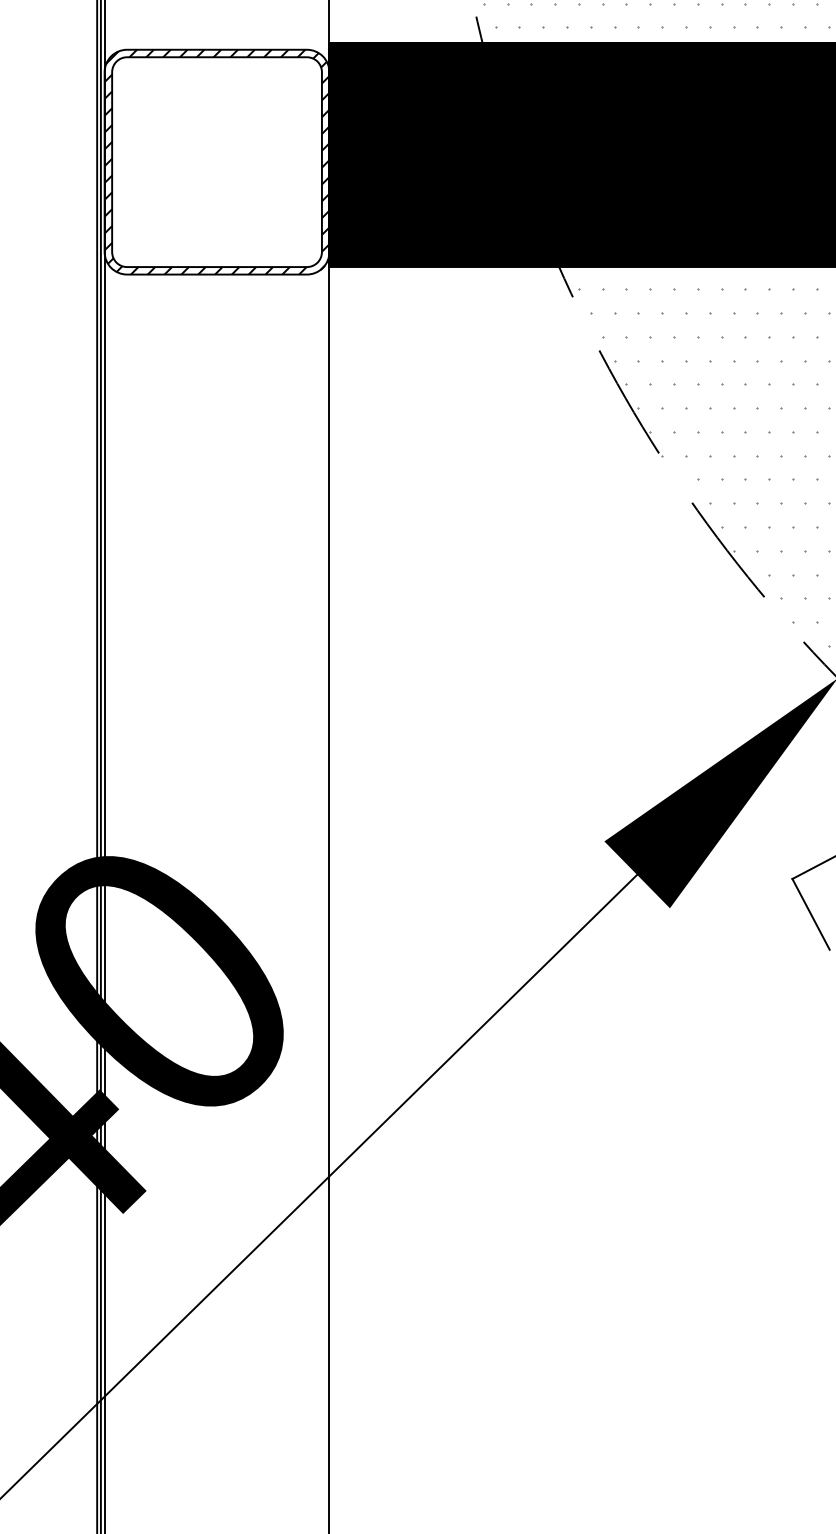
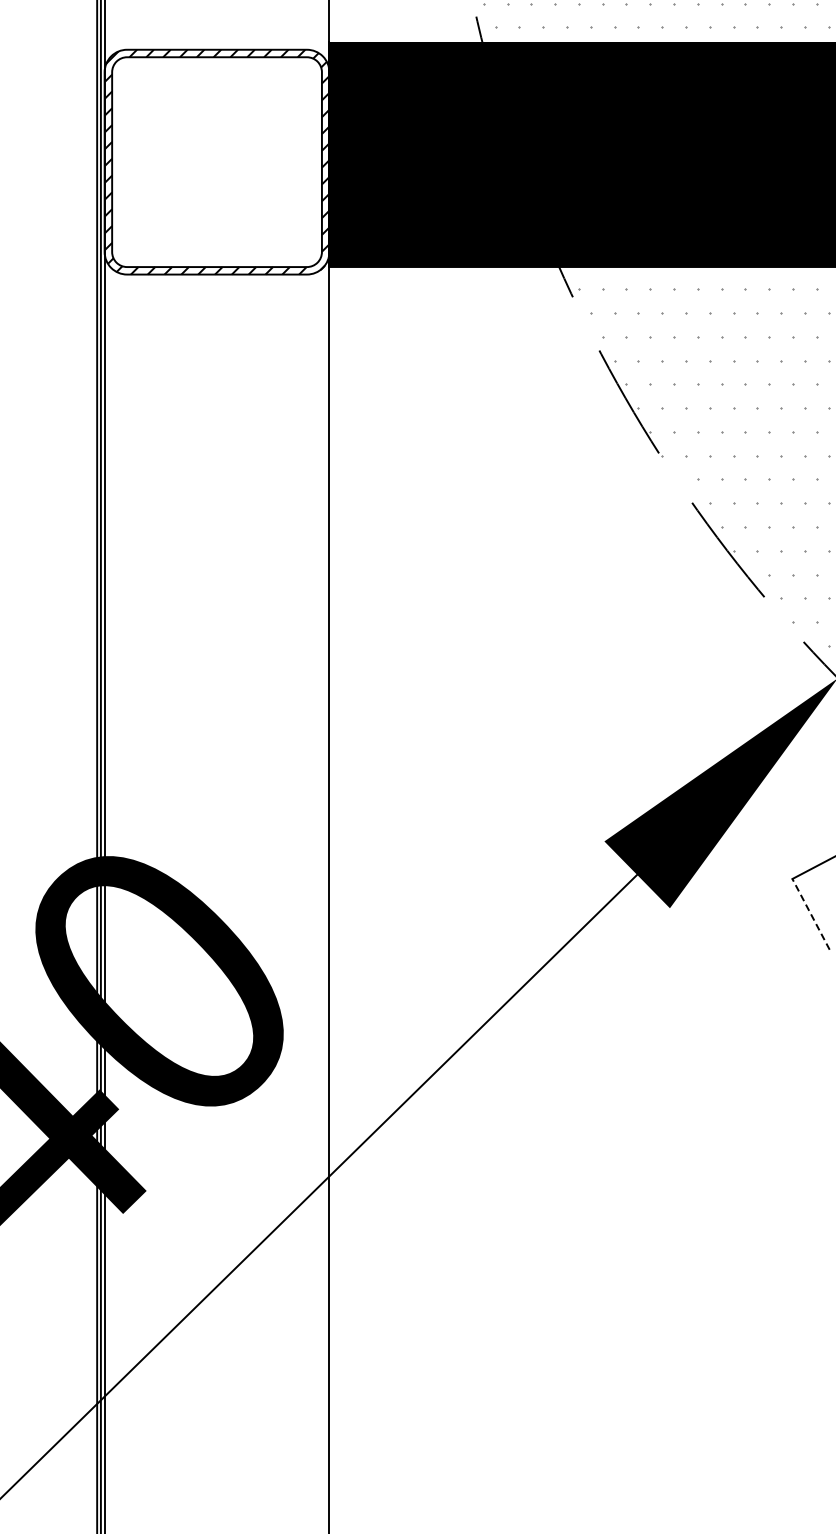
line at (811, 914): solid -> dashed
